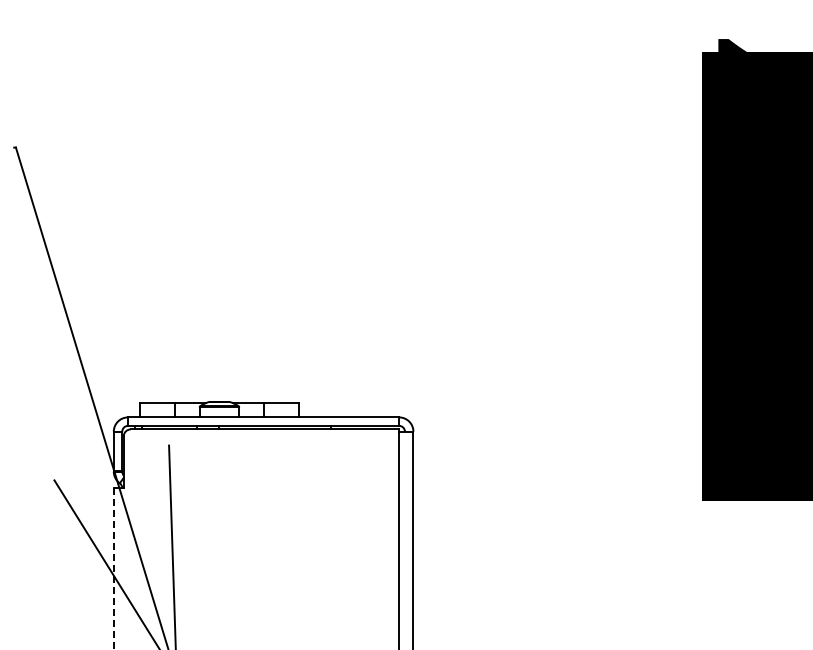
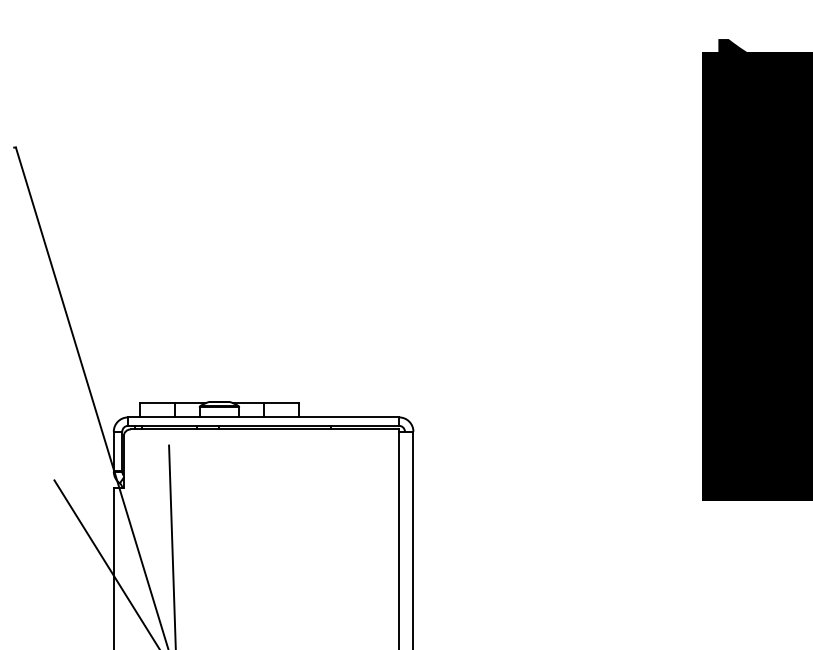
line at (113, 568): dashed -> solid
